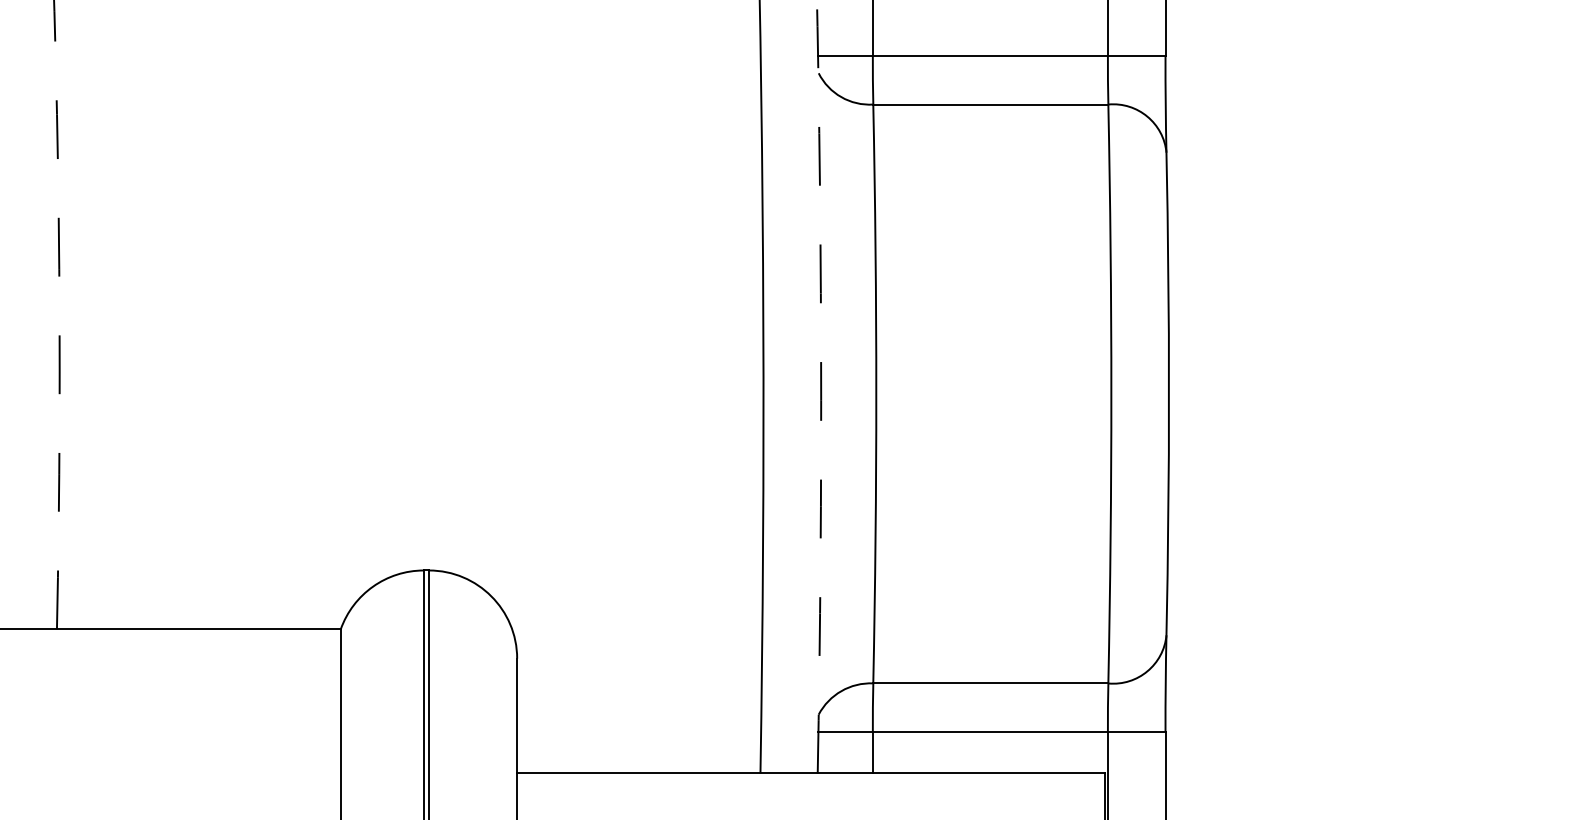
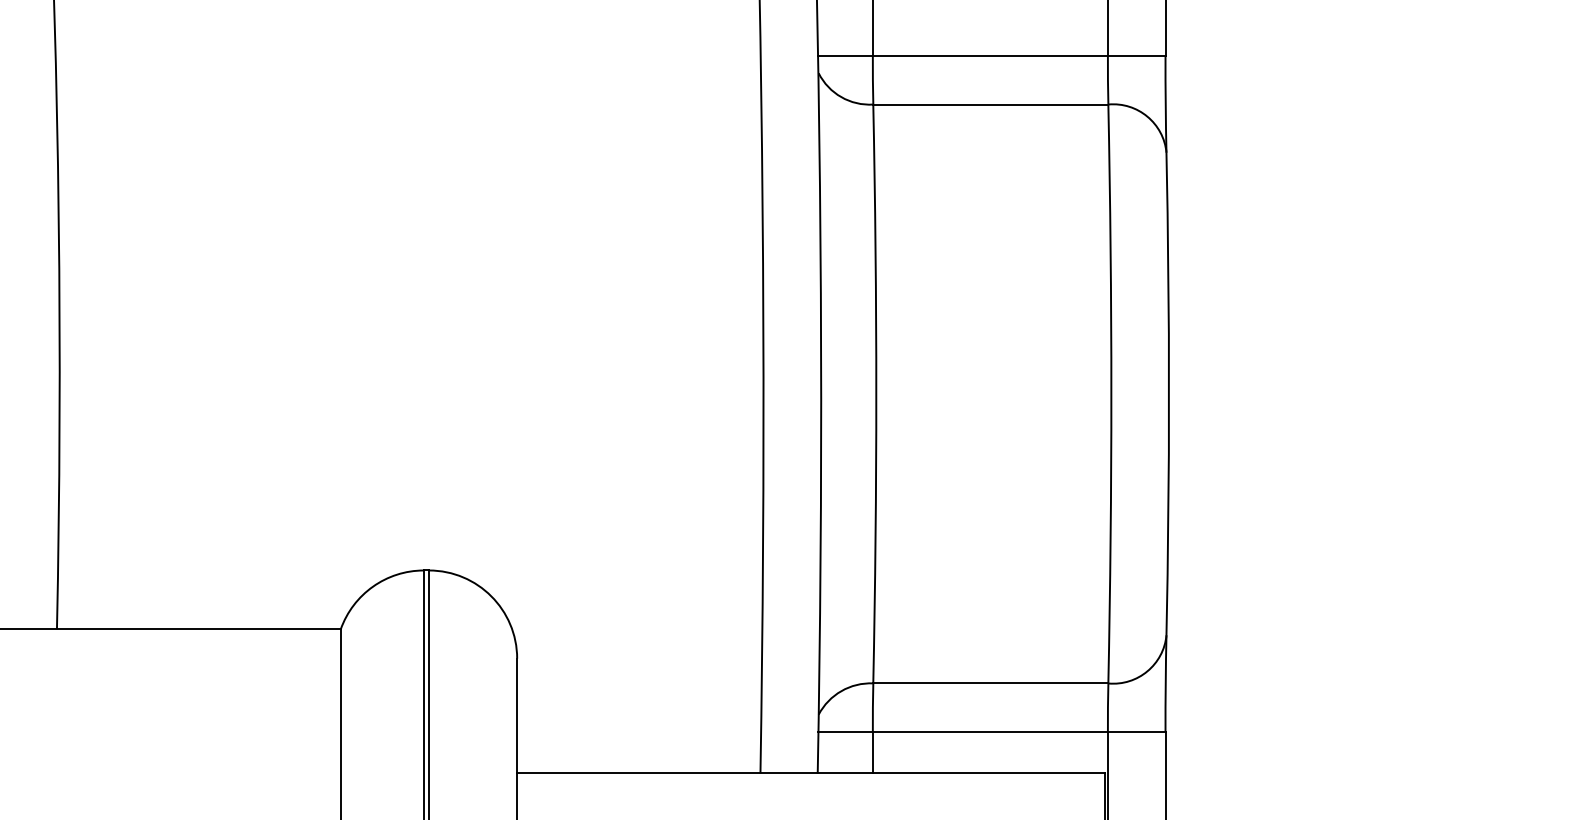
arc at (59, 314): dashed -> solid
arc at (821, 386): dashed -> solid
